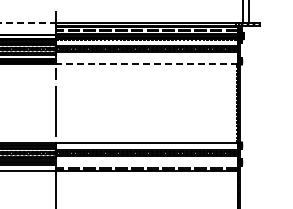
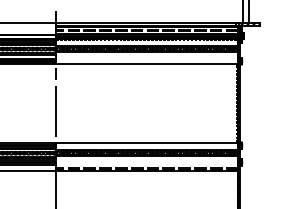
line at (28, 23): dashed -> solid
line at (147, 63): dashed -> solid
